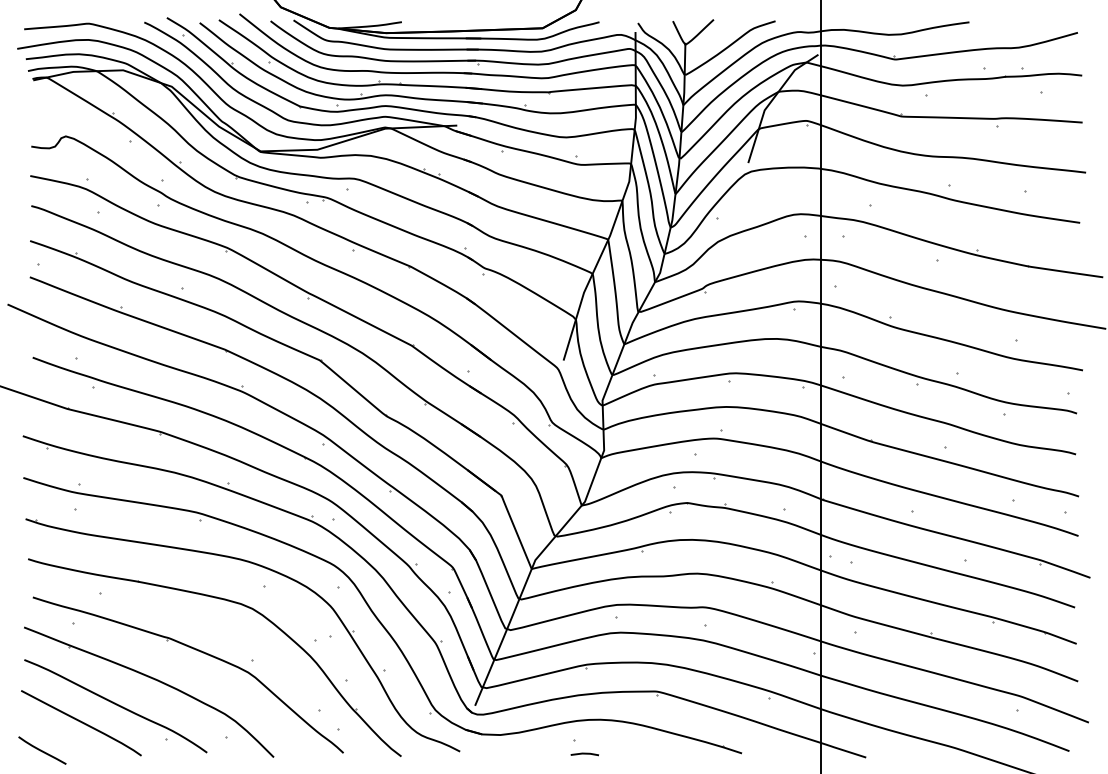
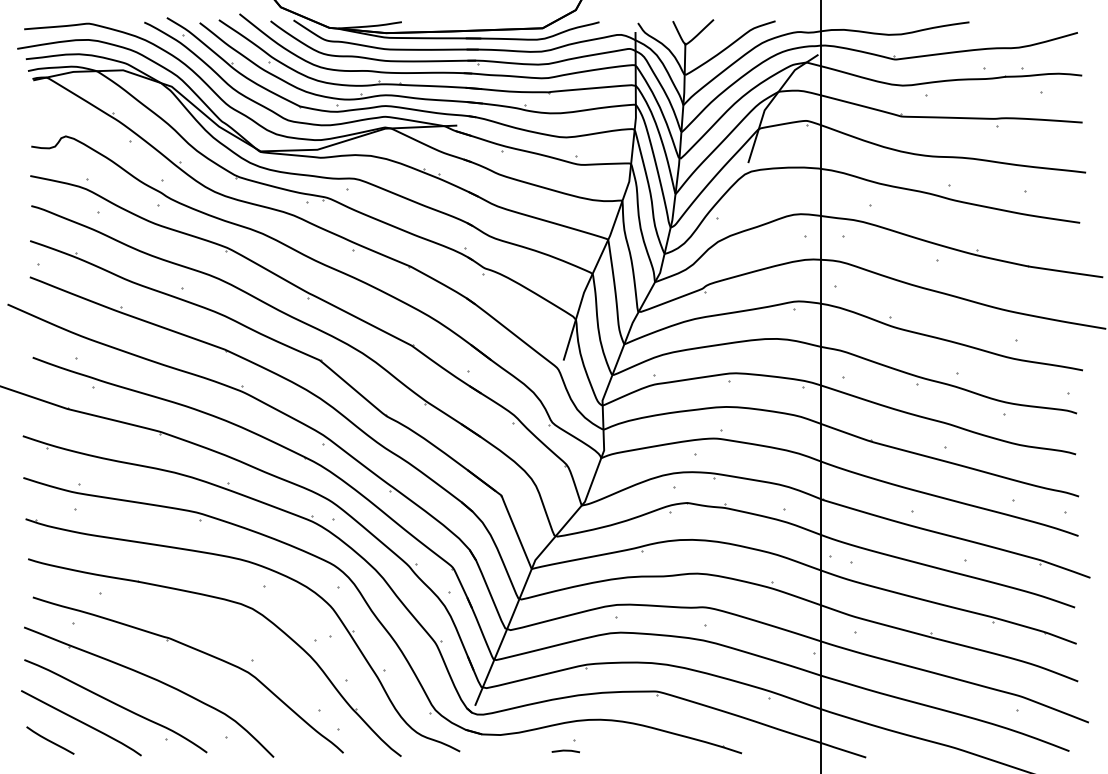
line at (42, 750) position: (42, 750) -> (50, 740)
line at (584, 754) position: (584, 754) -> (565, 751)
